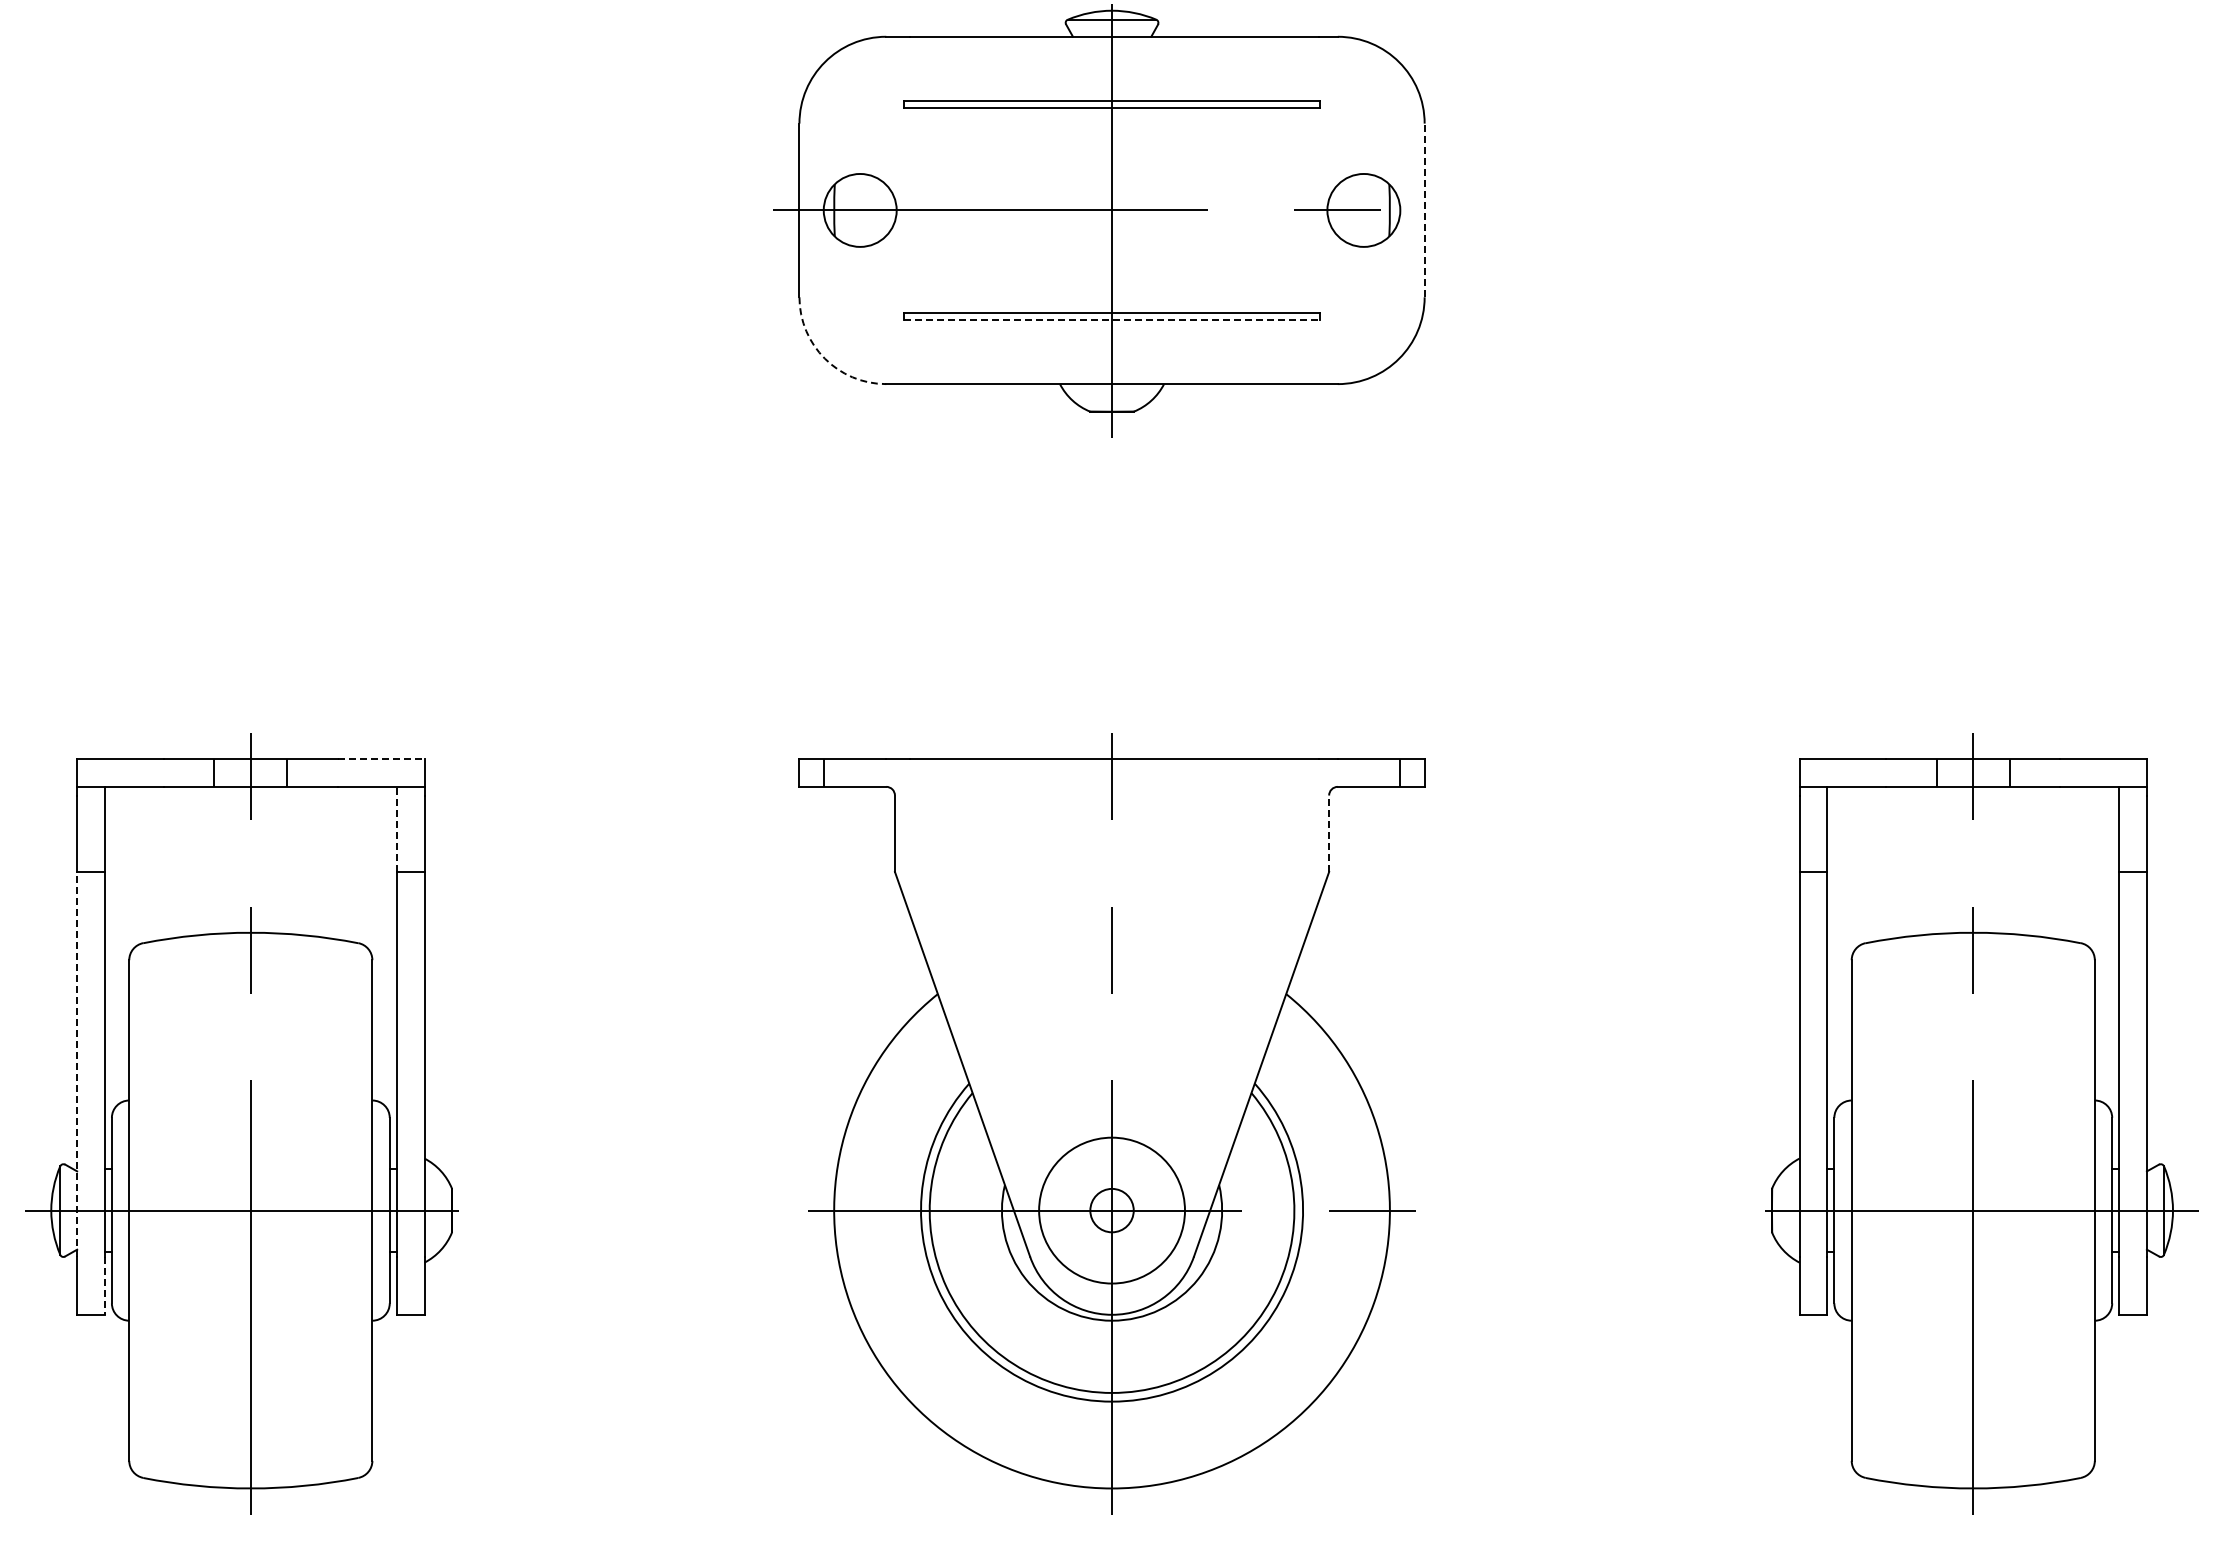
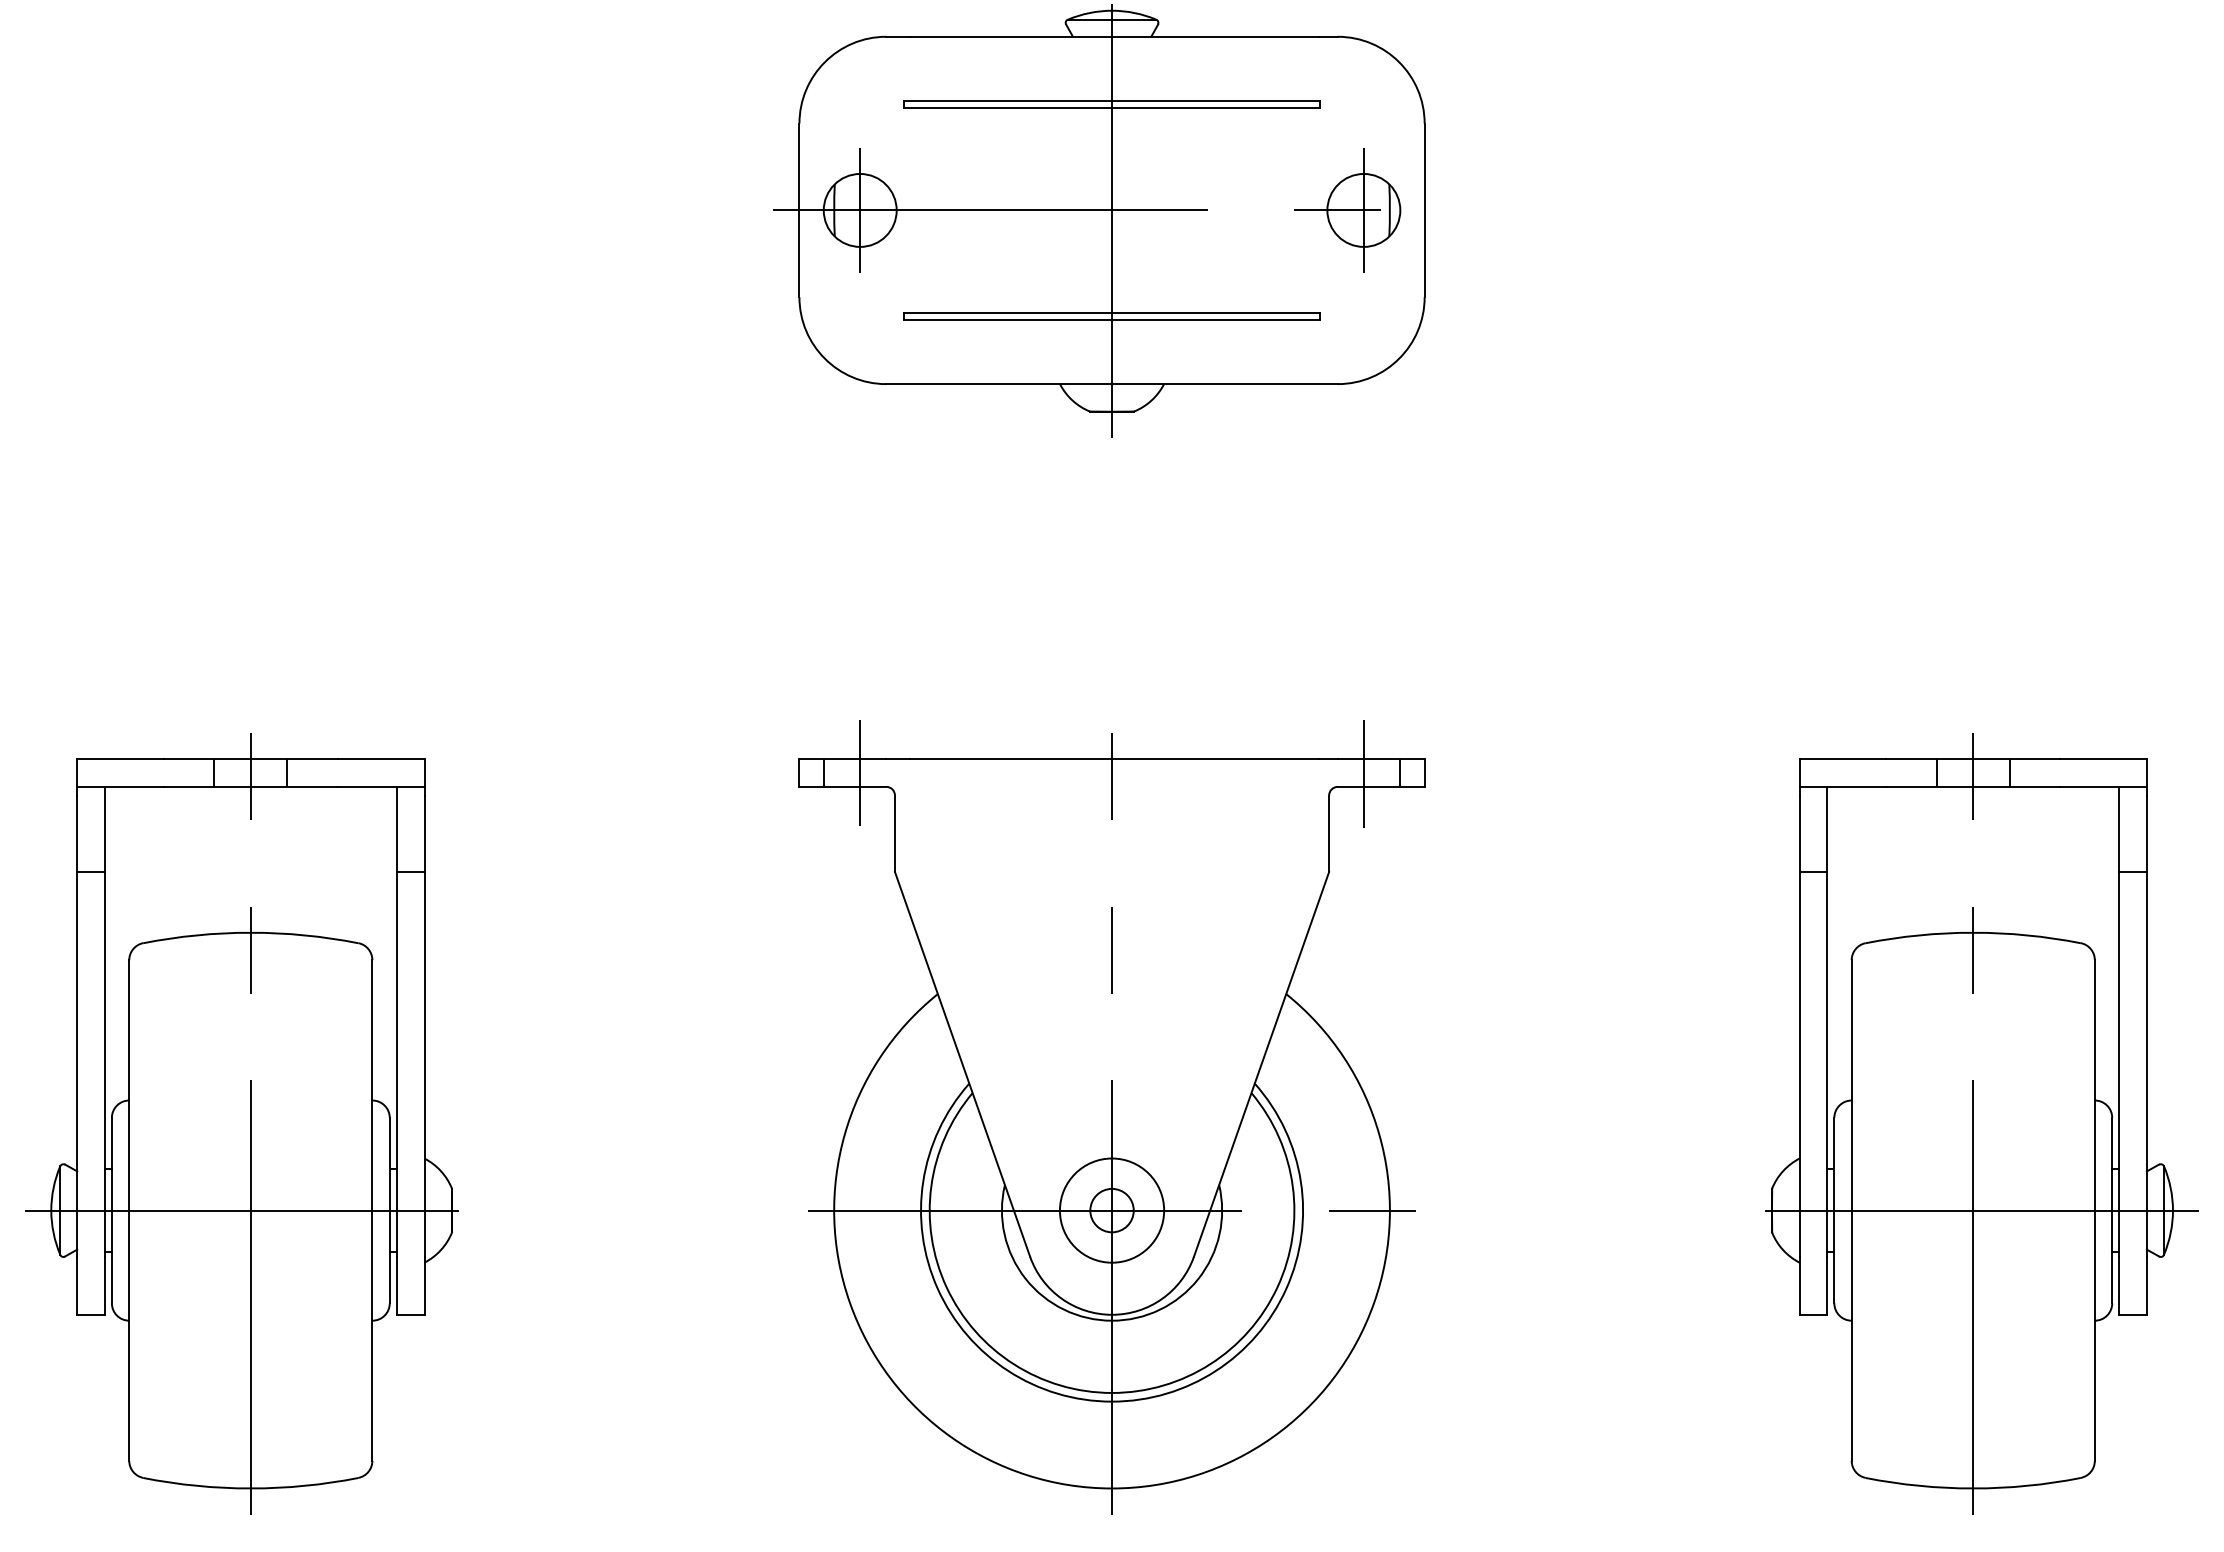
line at (860, 209): none -> present
line at (1363, 209): none -> present
line at (1424, 210): dashed -> solid
line at (1112, 319): dashed -> solid
arc at (824, 358): dashed -> solid
line at (381, 759): dashed -> solid
line at (860, 772): none -> present
line at (1363, 773): none -> present
line at (396, 829): dashed -> solid
line at (1329, 833): dashed -> solid
line at (77, 1063): dashed -> solid
circle at (1111, 1210) diameter: 146 px -> 104 px
line at (104, 1286): dashed -> solid
